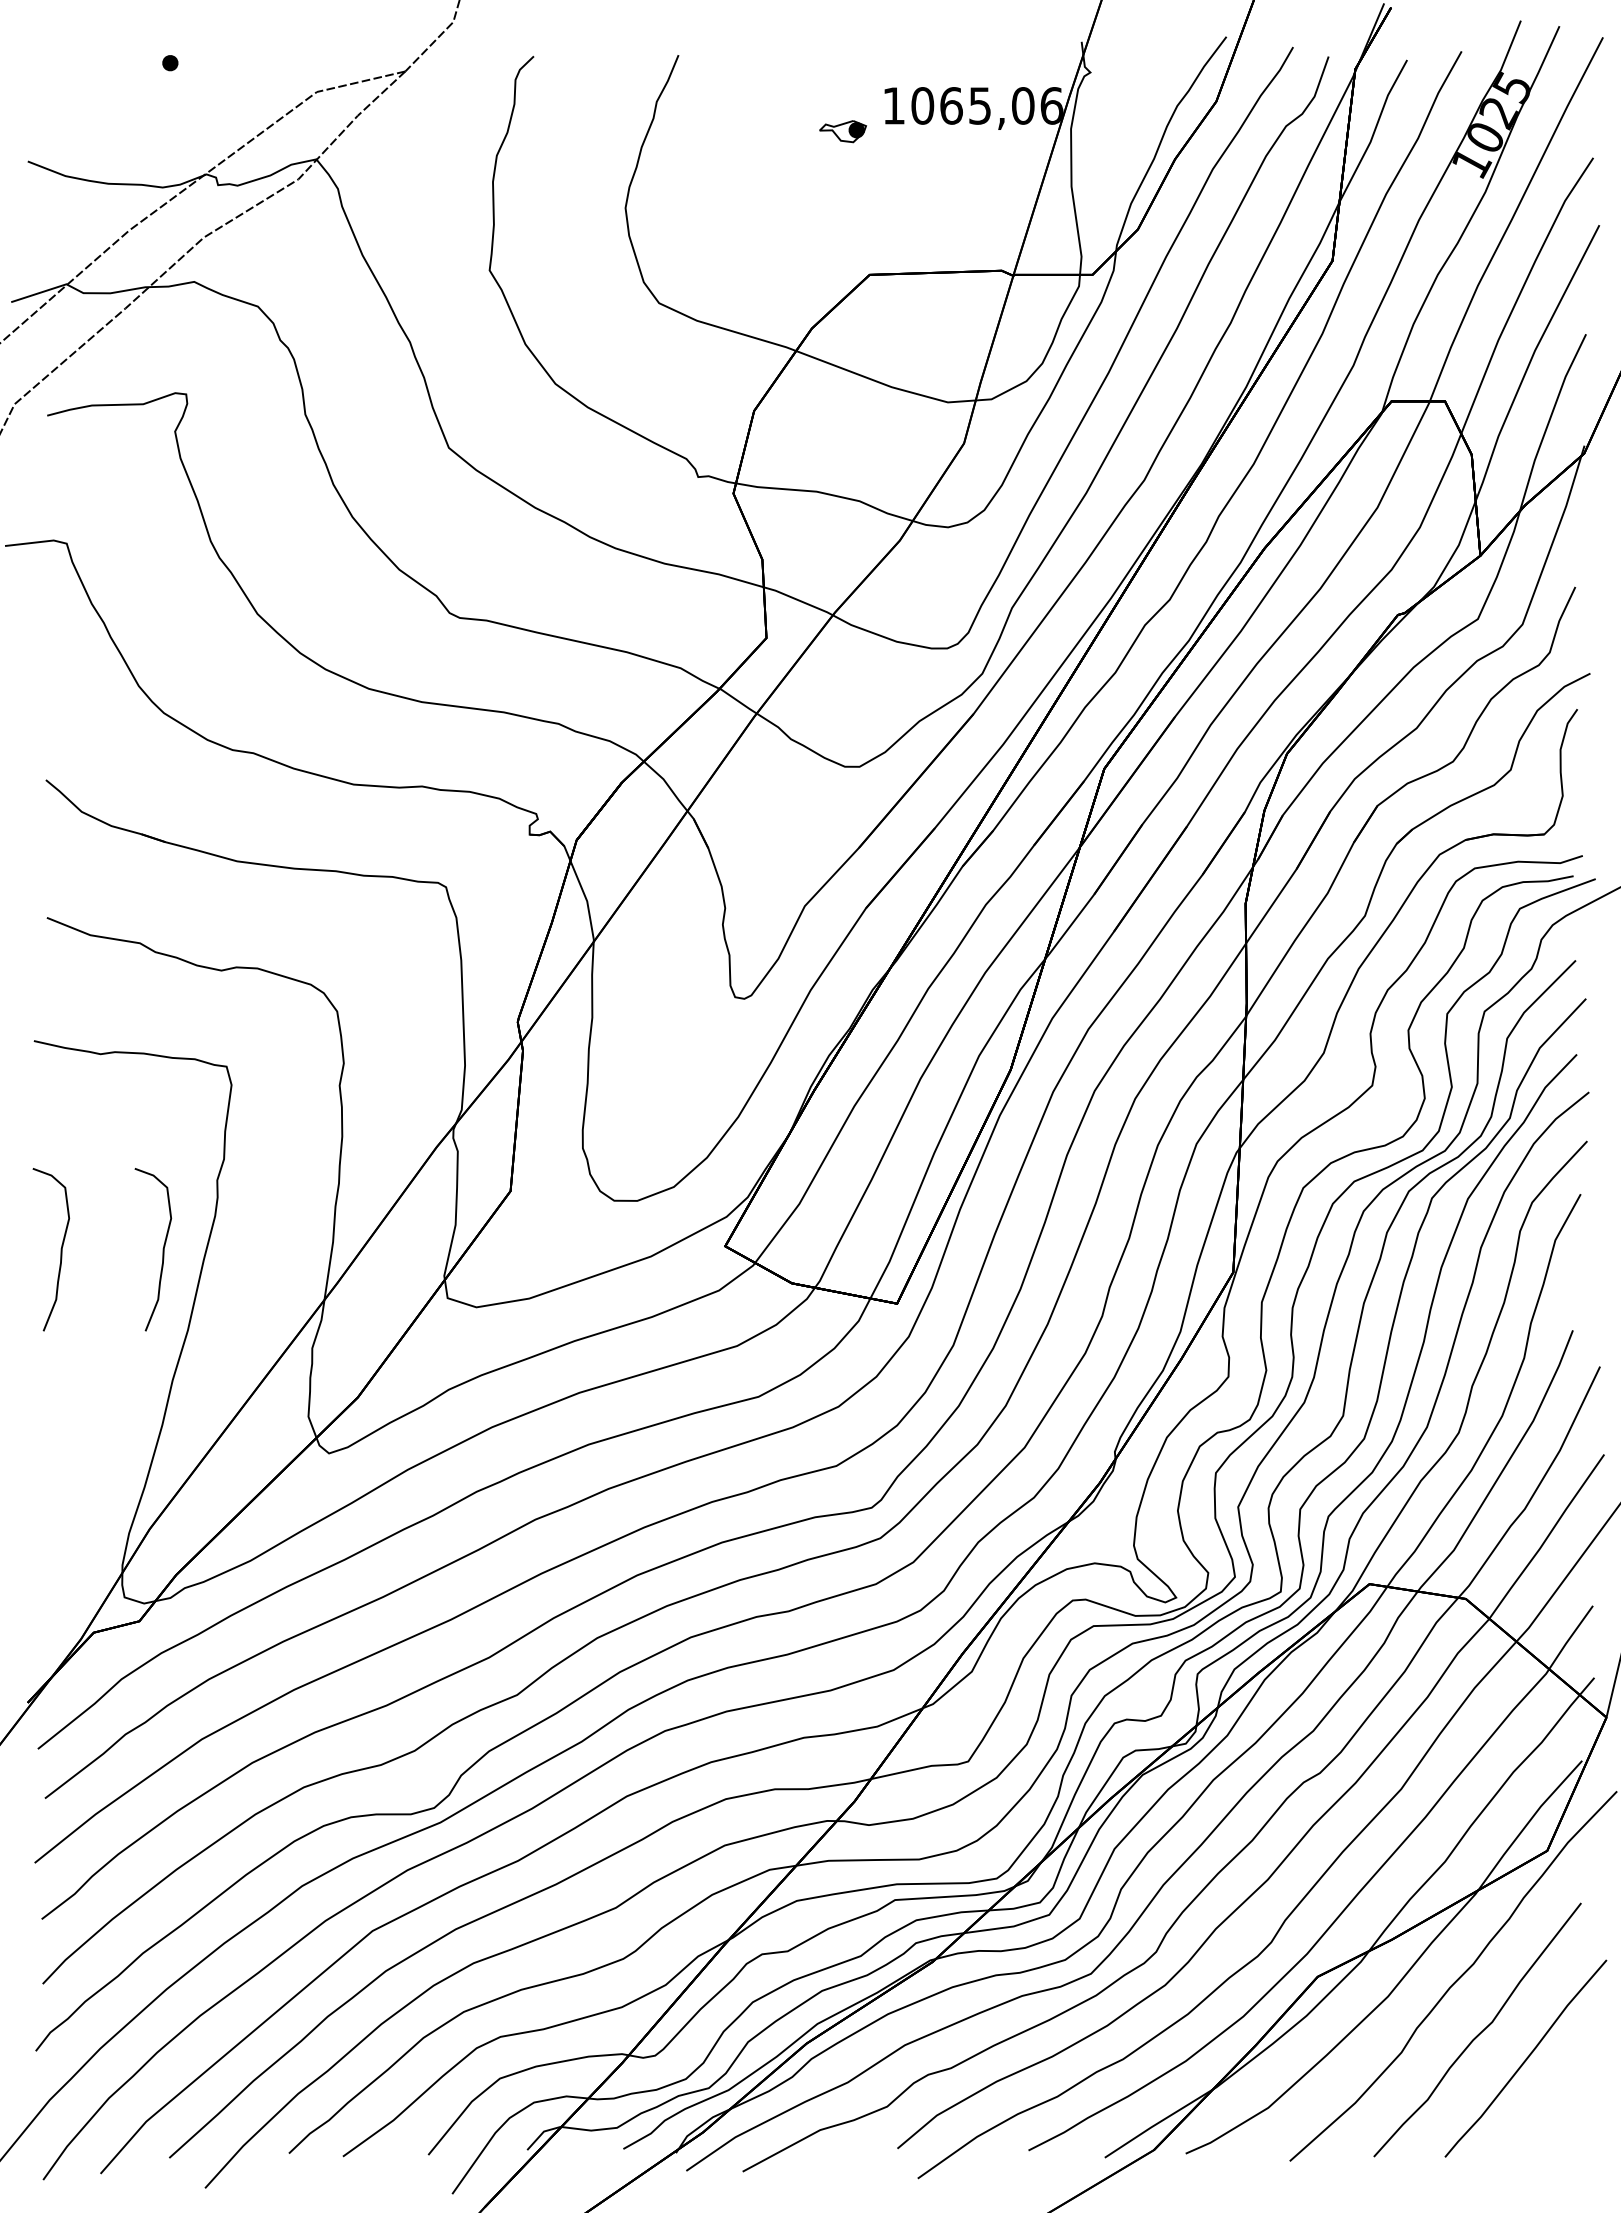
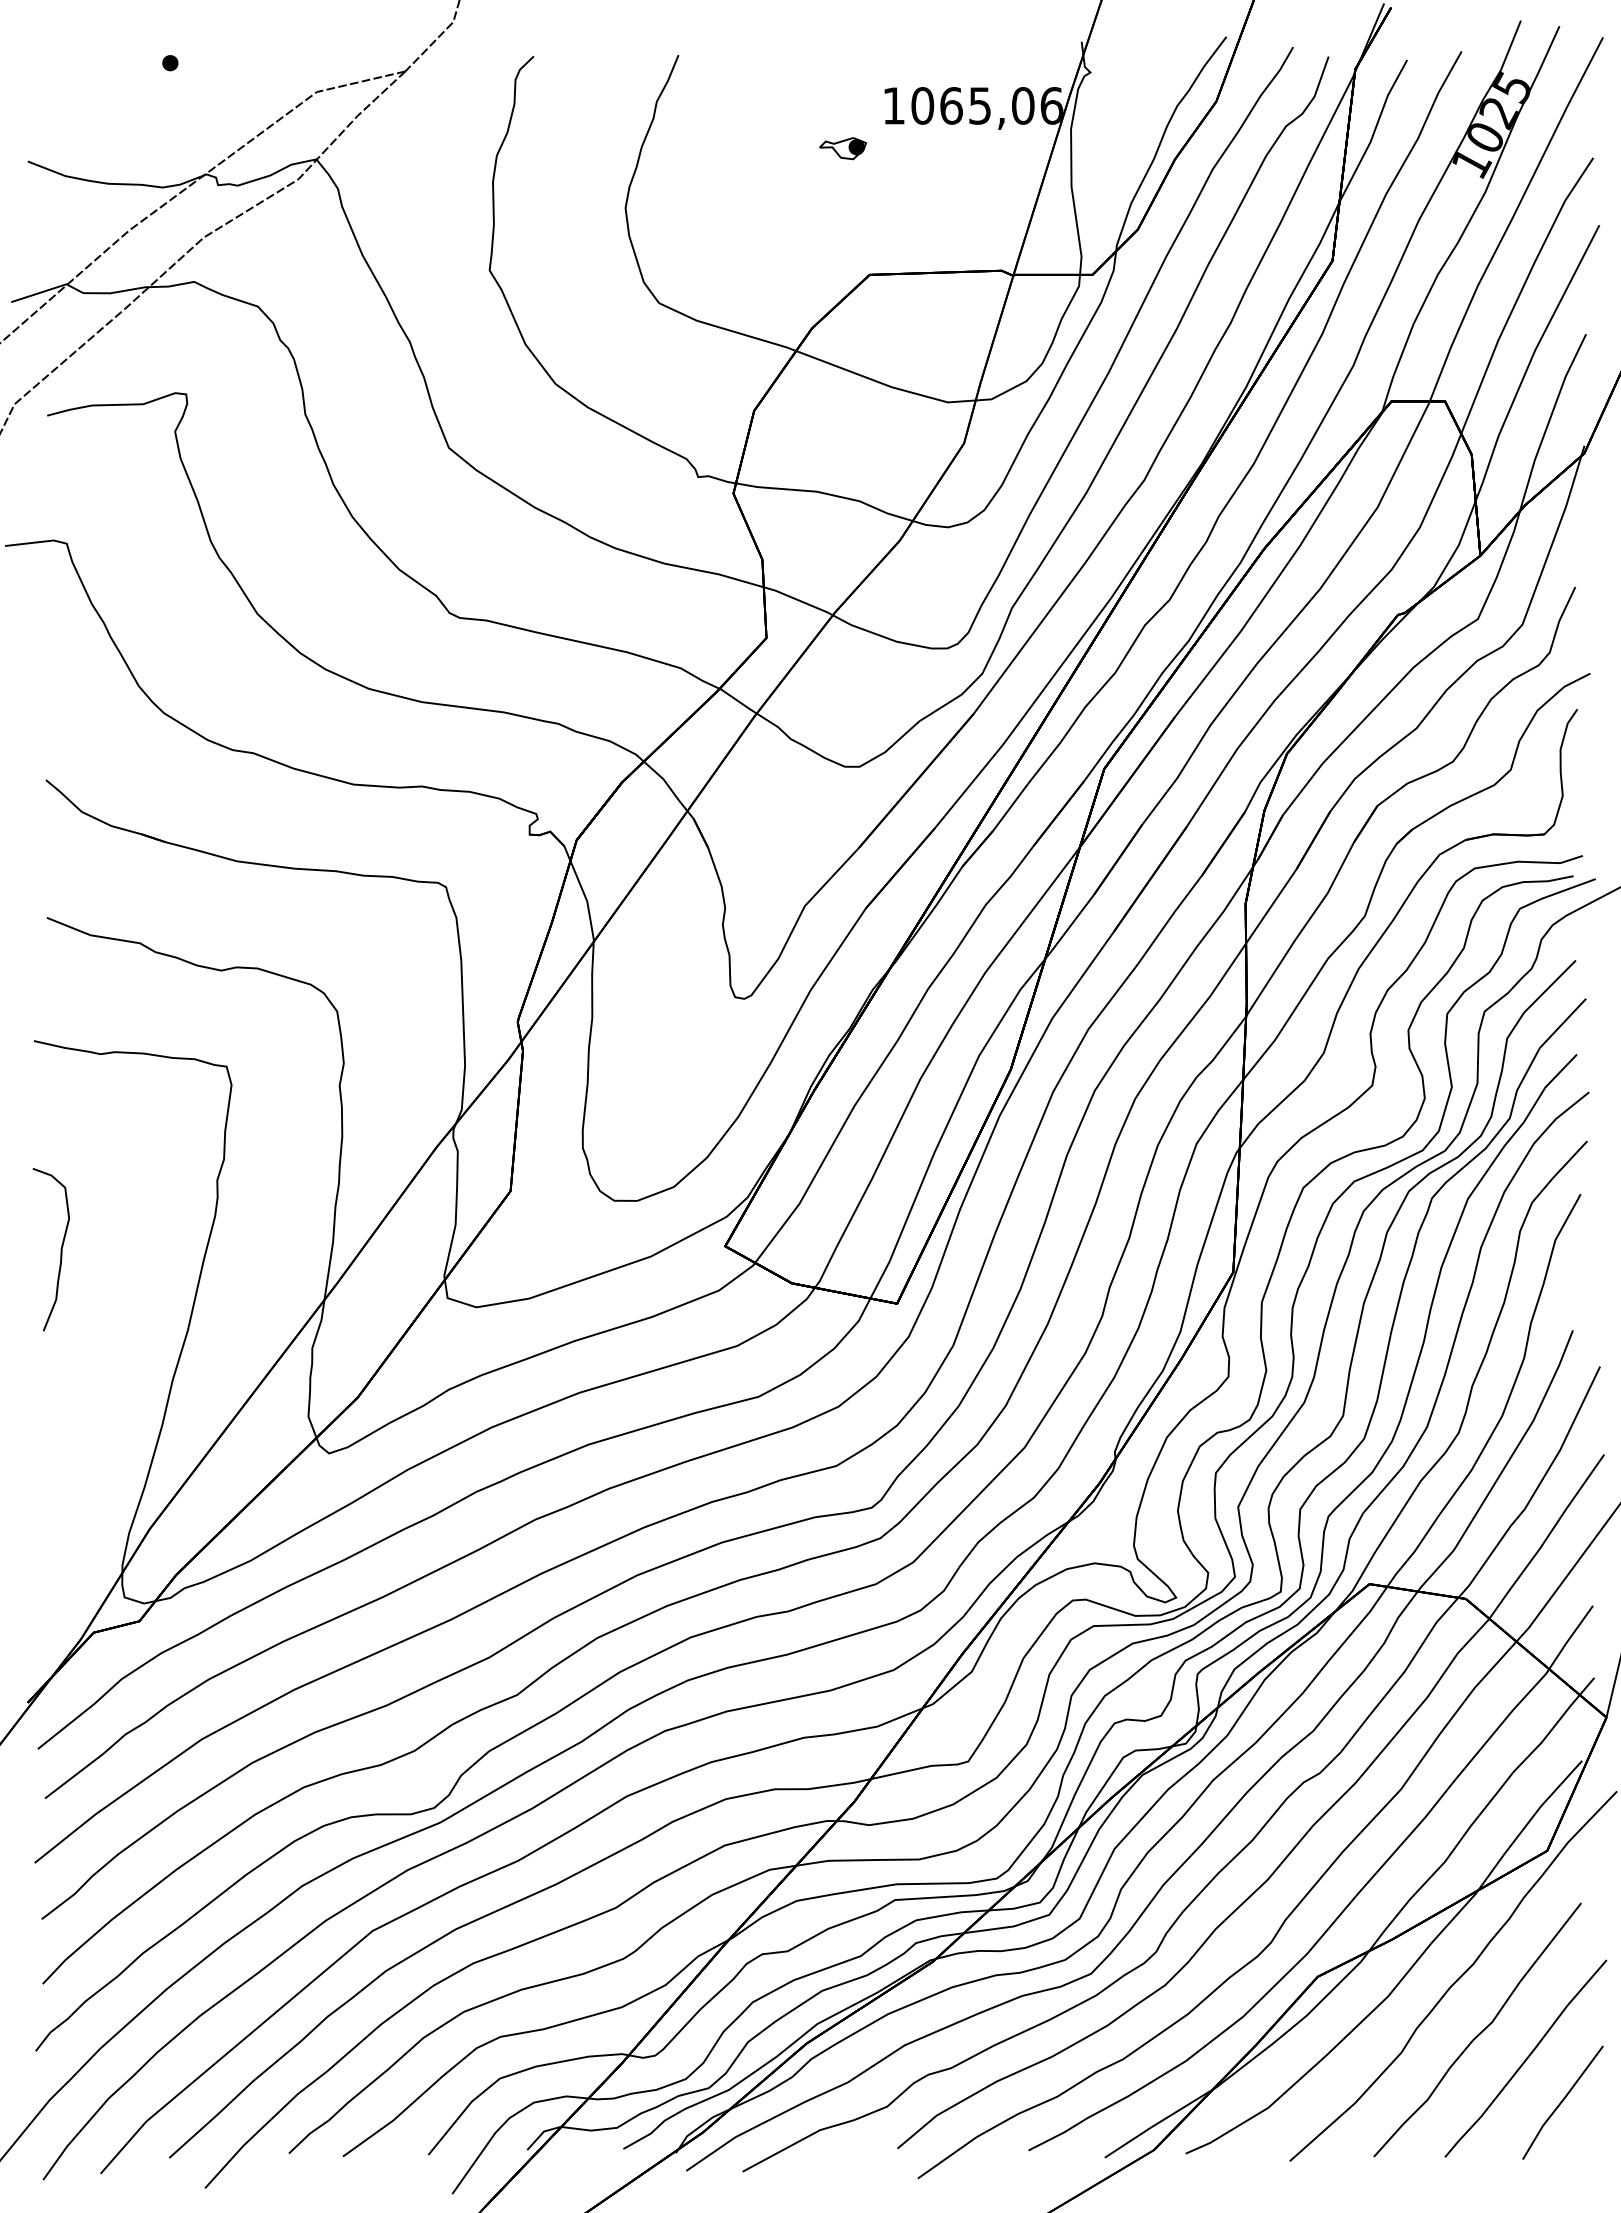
part at (842, 131) position: (842, 131) -> (842, 148)
curve at (162, 1249): present -> none
line at (1562, 2102): none -> present
